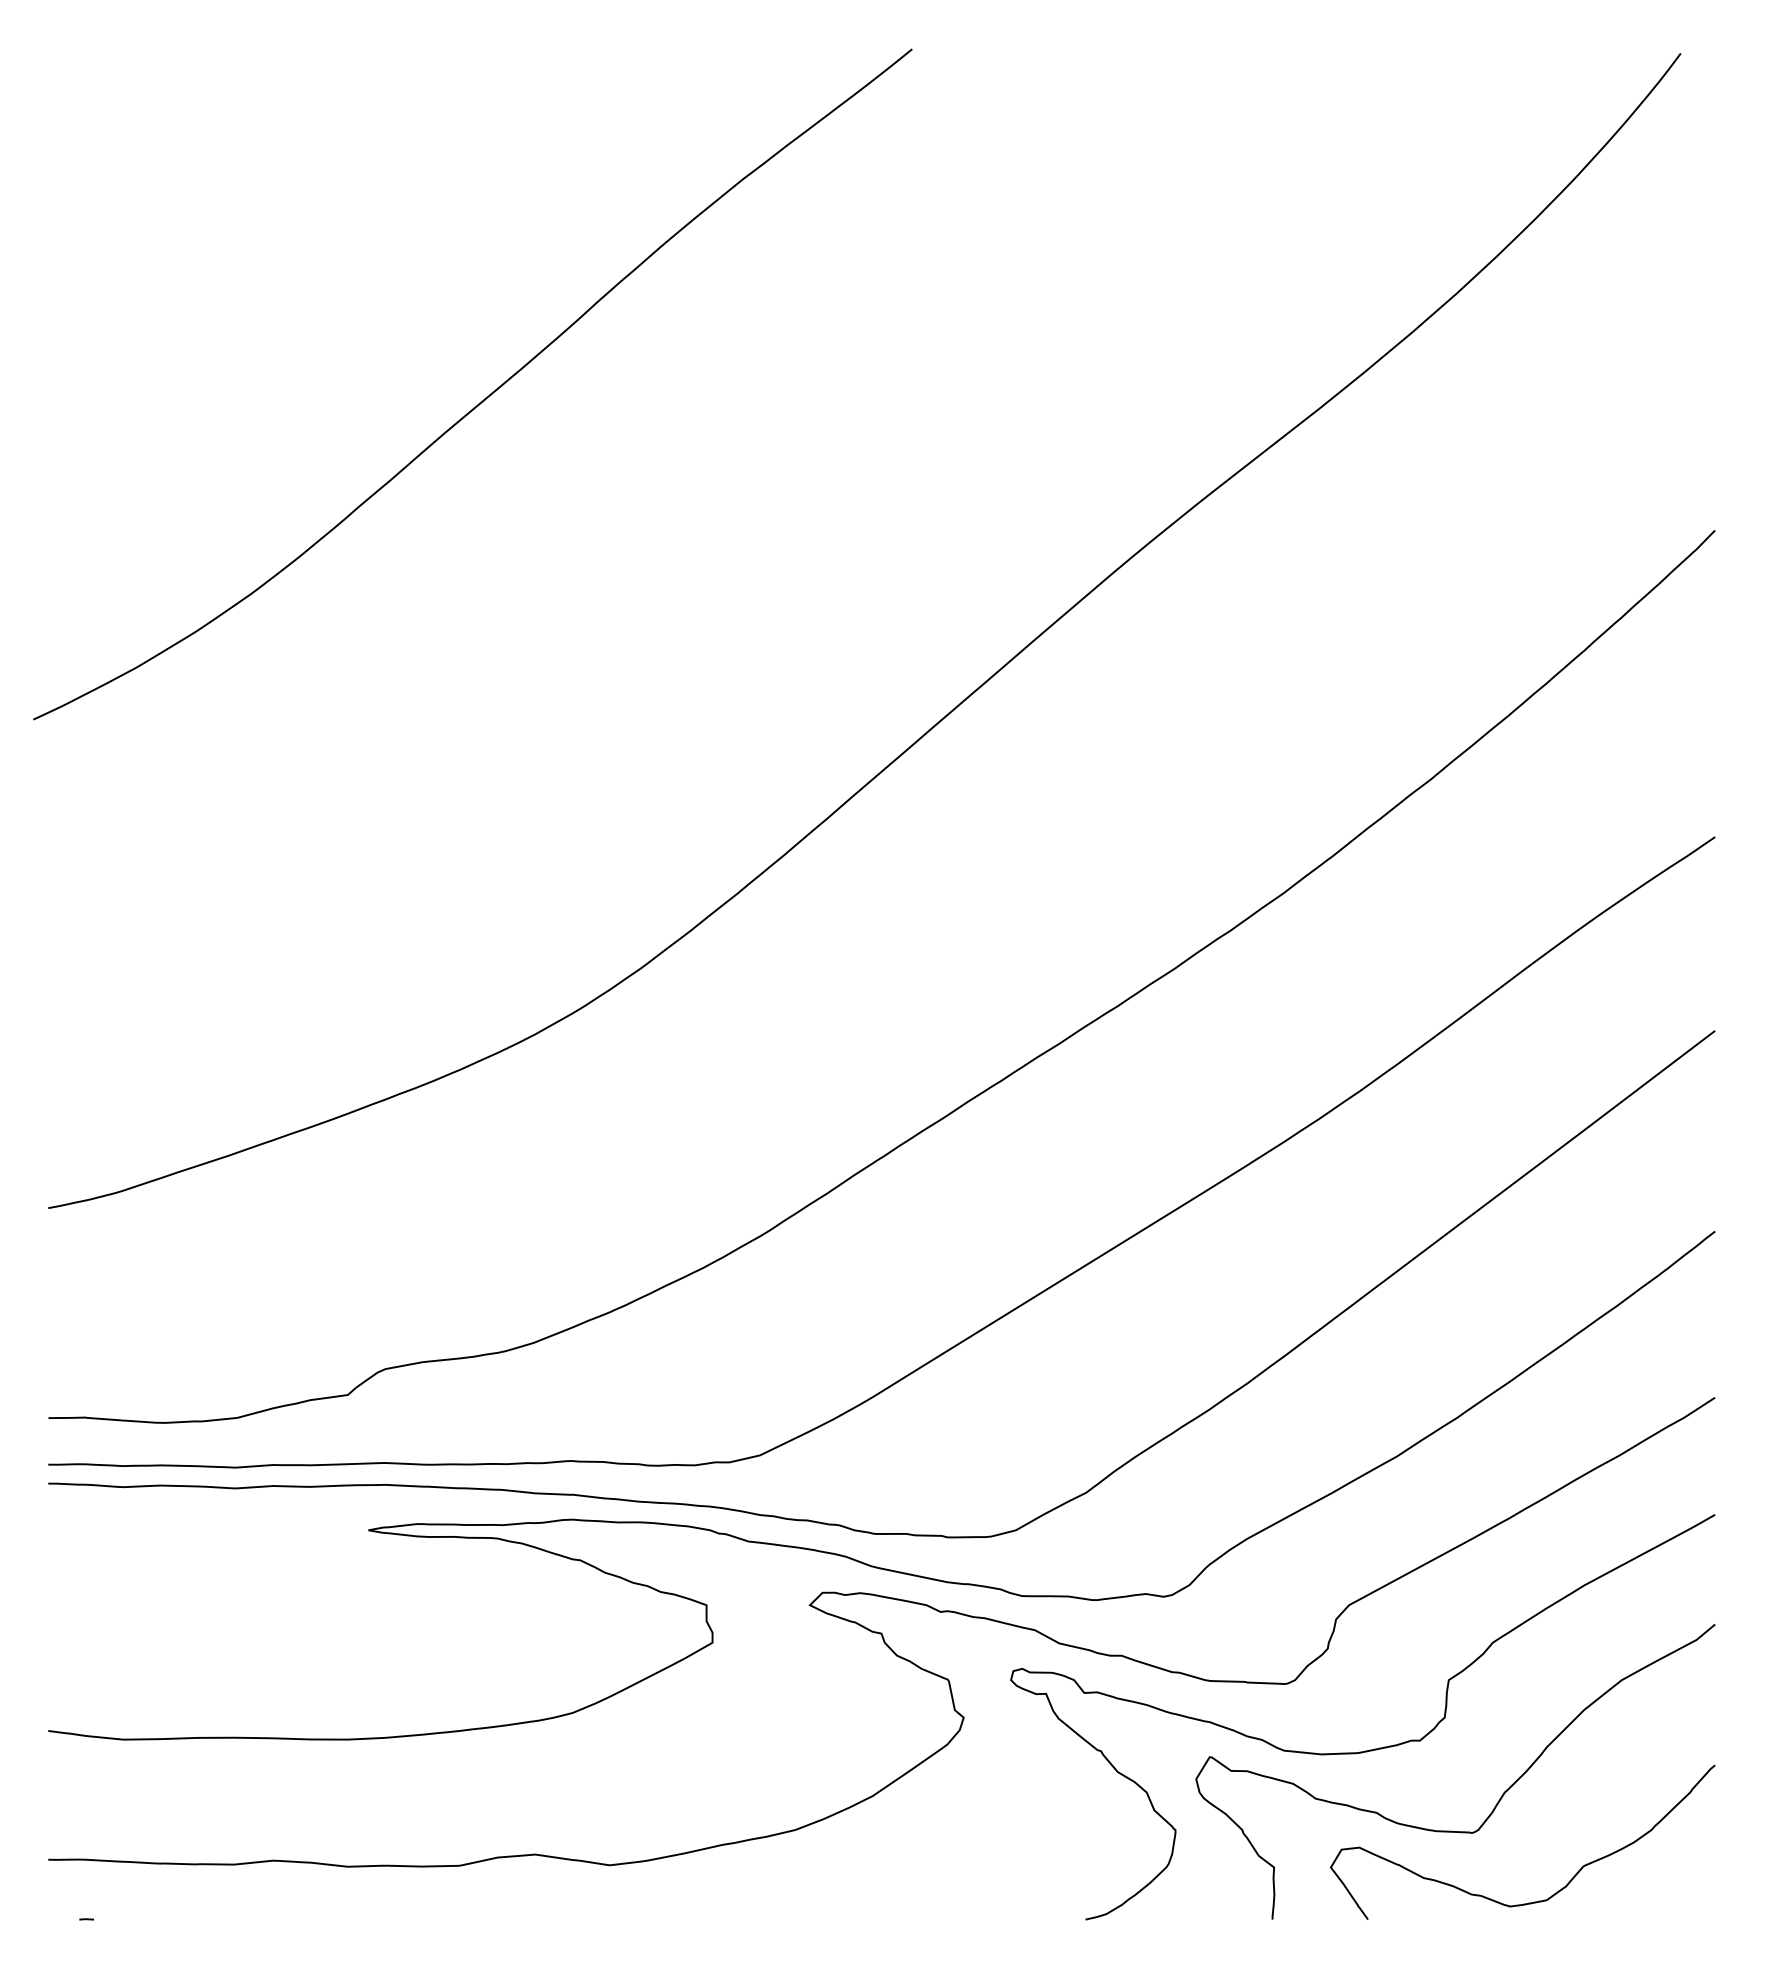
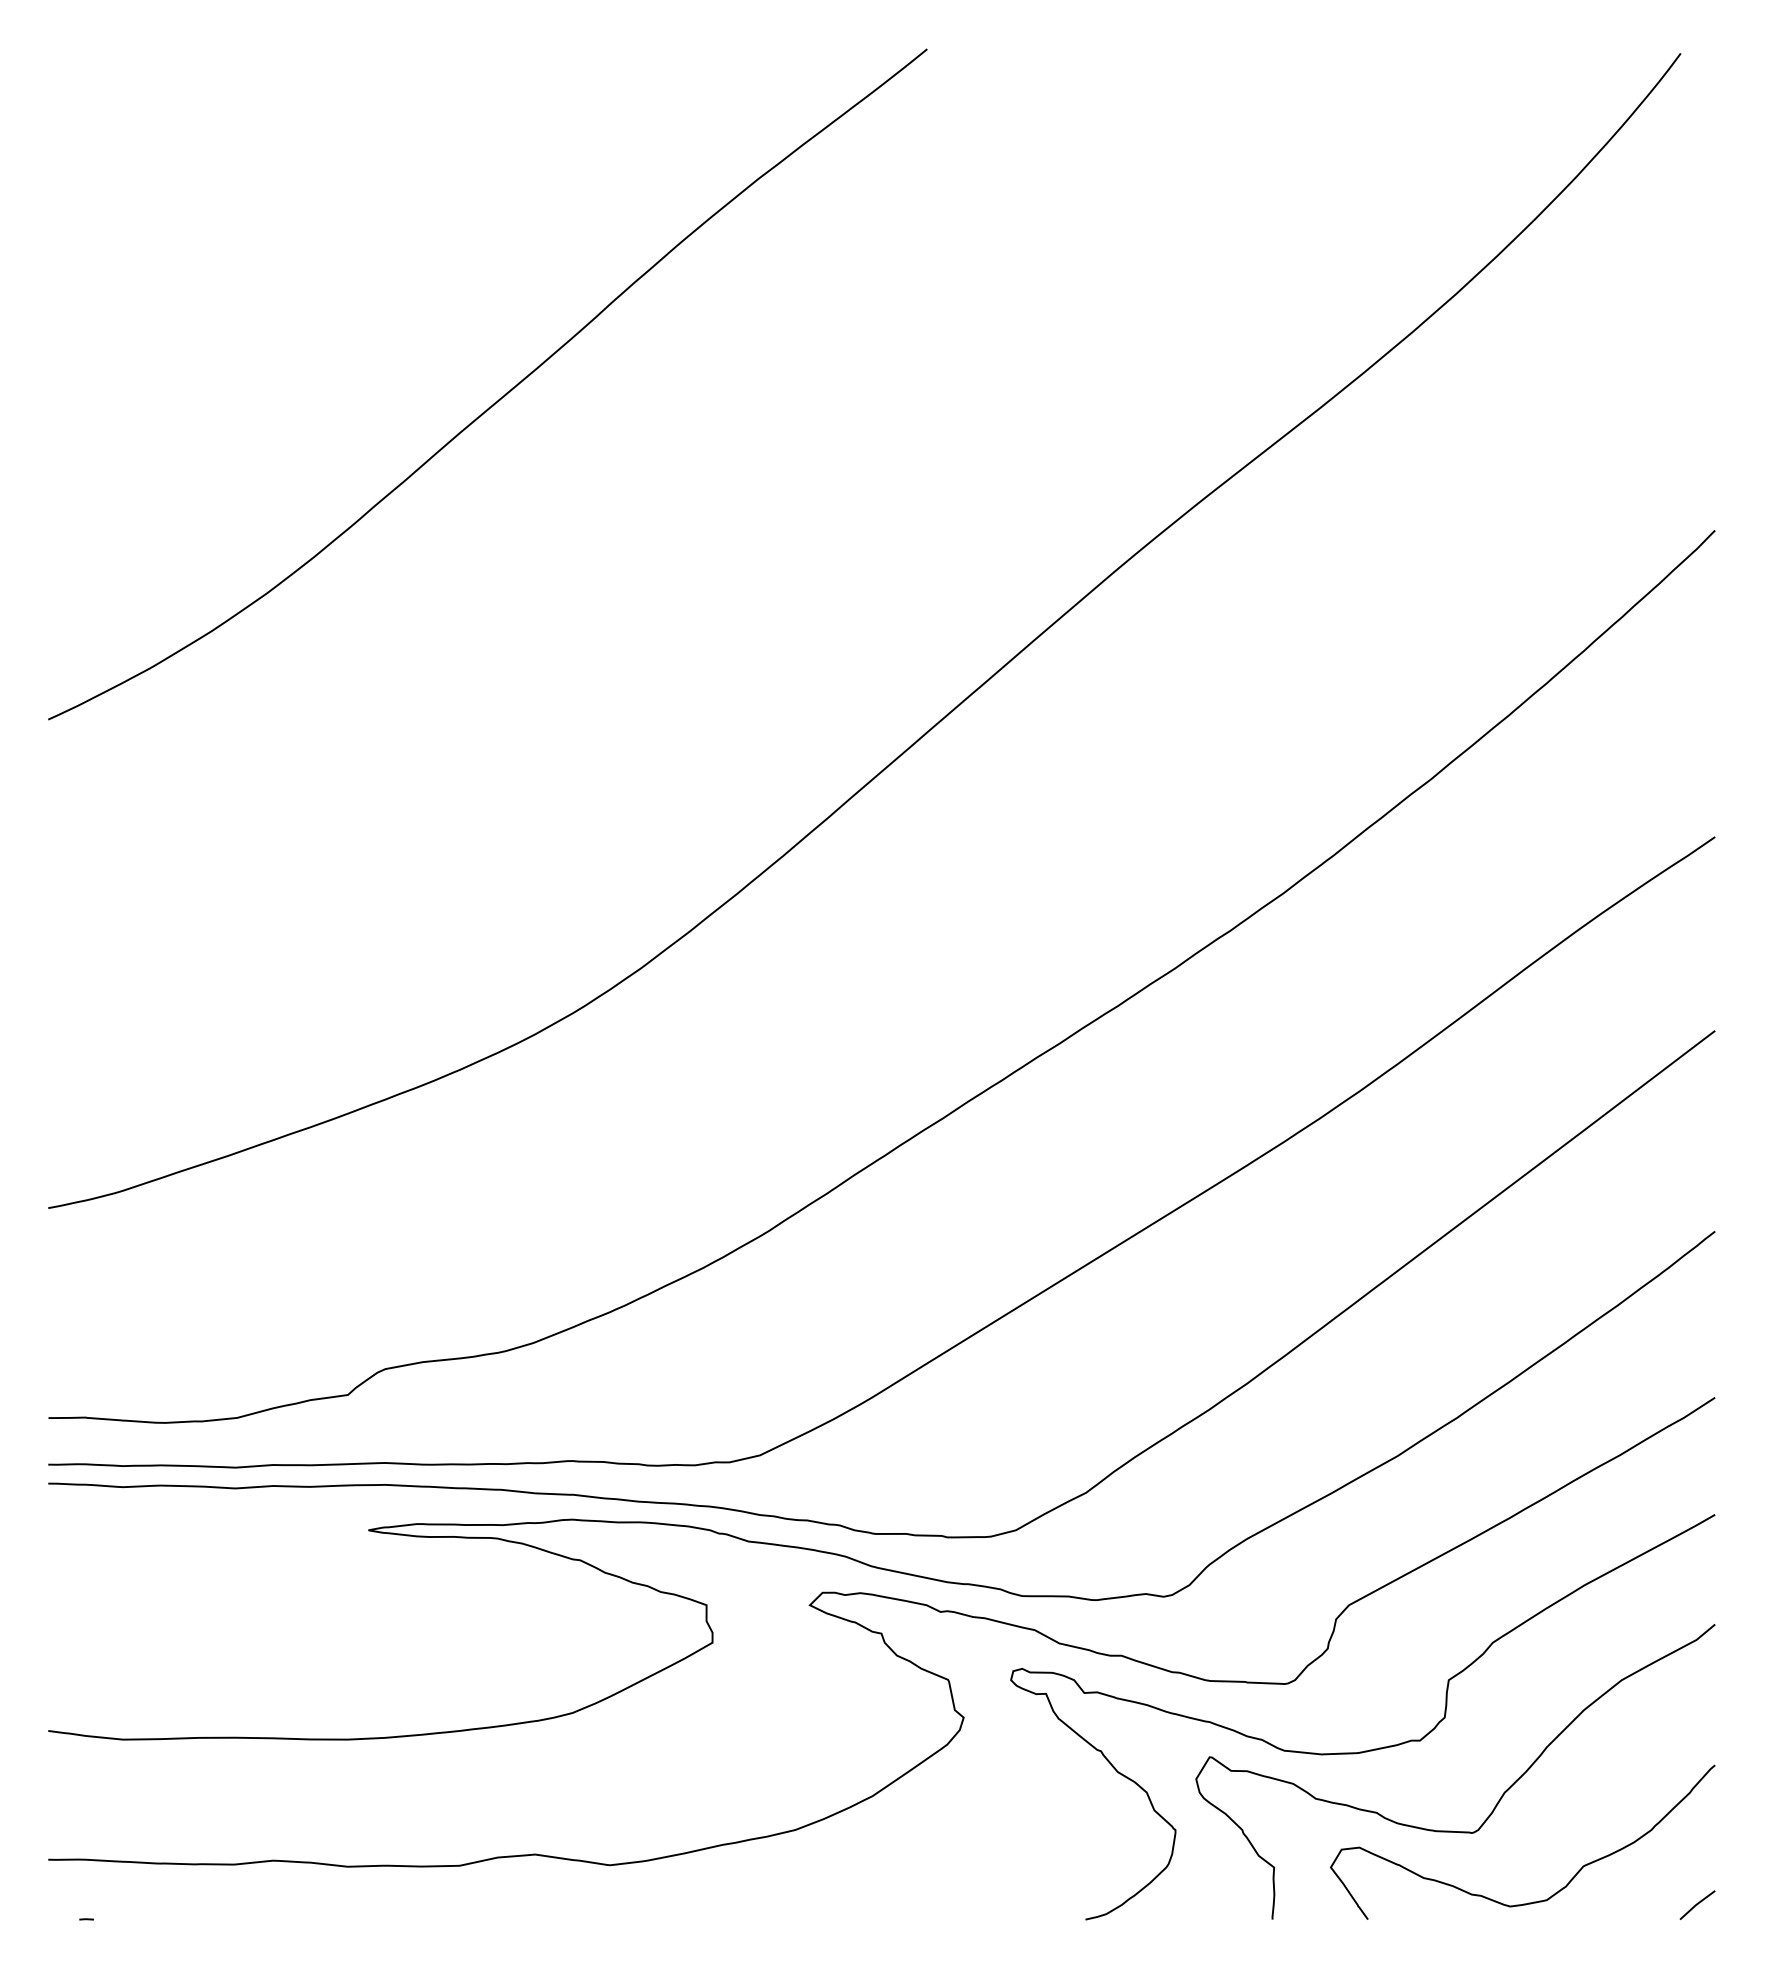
curve at (485, 397) position: (485, 397) -> (500, 397)
line at (1697, 1904): none -> present
